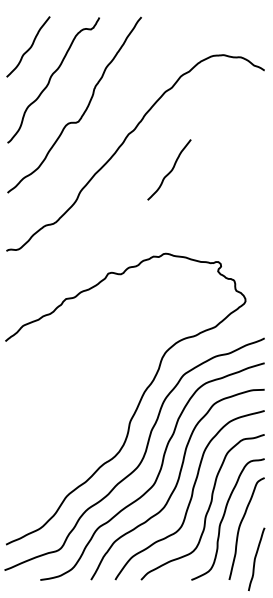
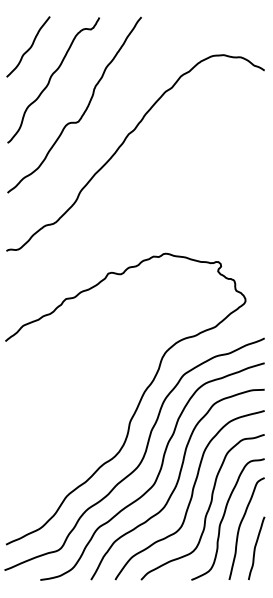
curve at (170, 170): present -> none
curve at (255, 559) position: (255, 559) -> (255, 548)
